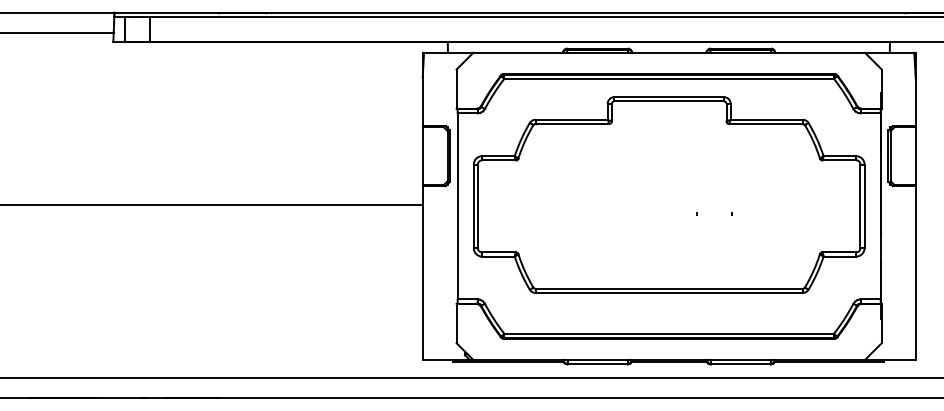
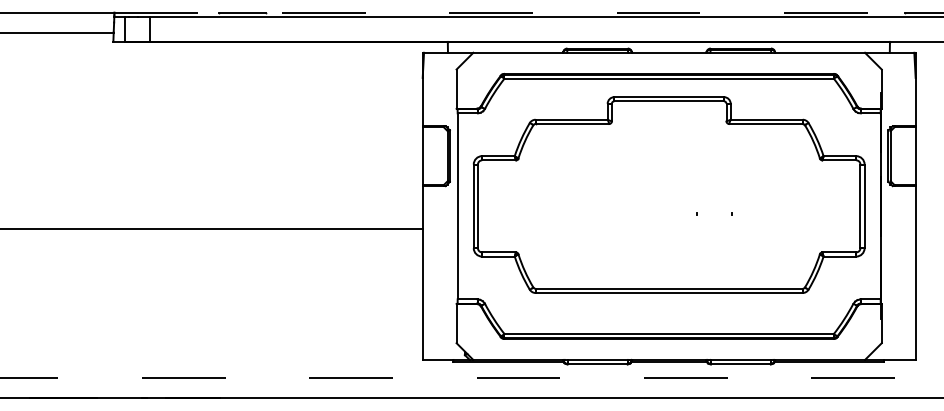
line at (529, 12): solid -> dashed
line at (212, 205) position: (212, 205) -> (212, 229)
line at (472, 377): solid -> dashed
